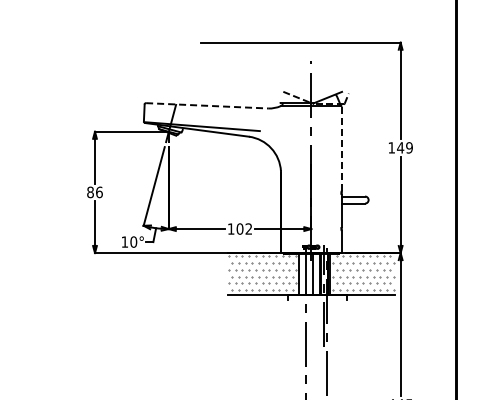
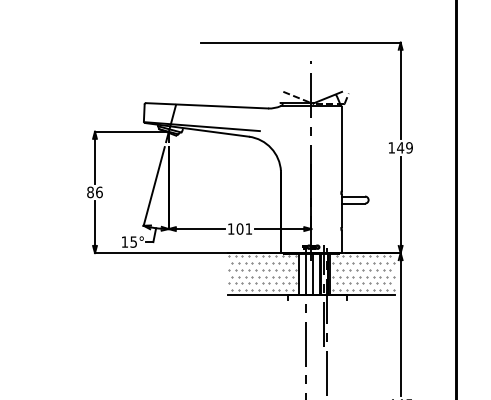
line at (207, 105): dashed -> solid
line at (341, 149): dashed -> solid
text at (248, 228): 102 -> 101
text at (133, 241): 10° -> 15°
